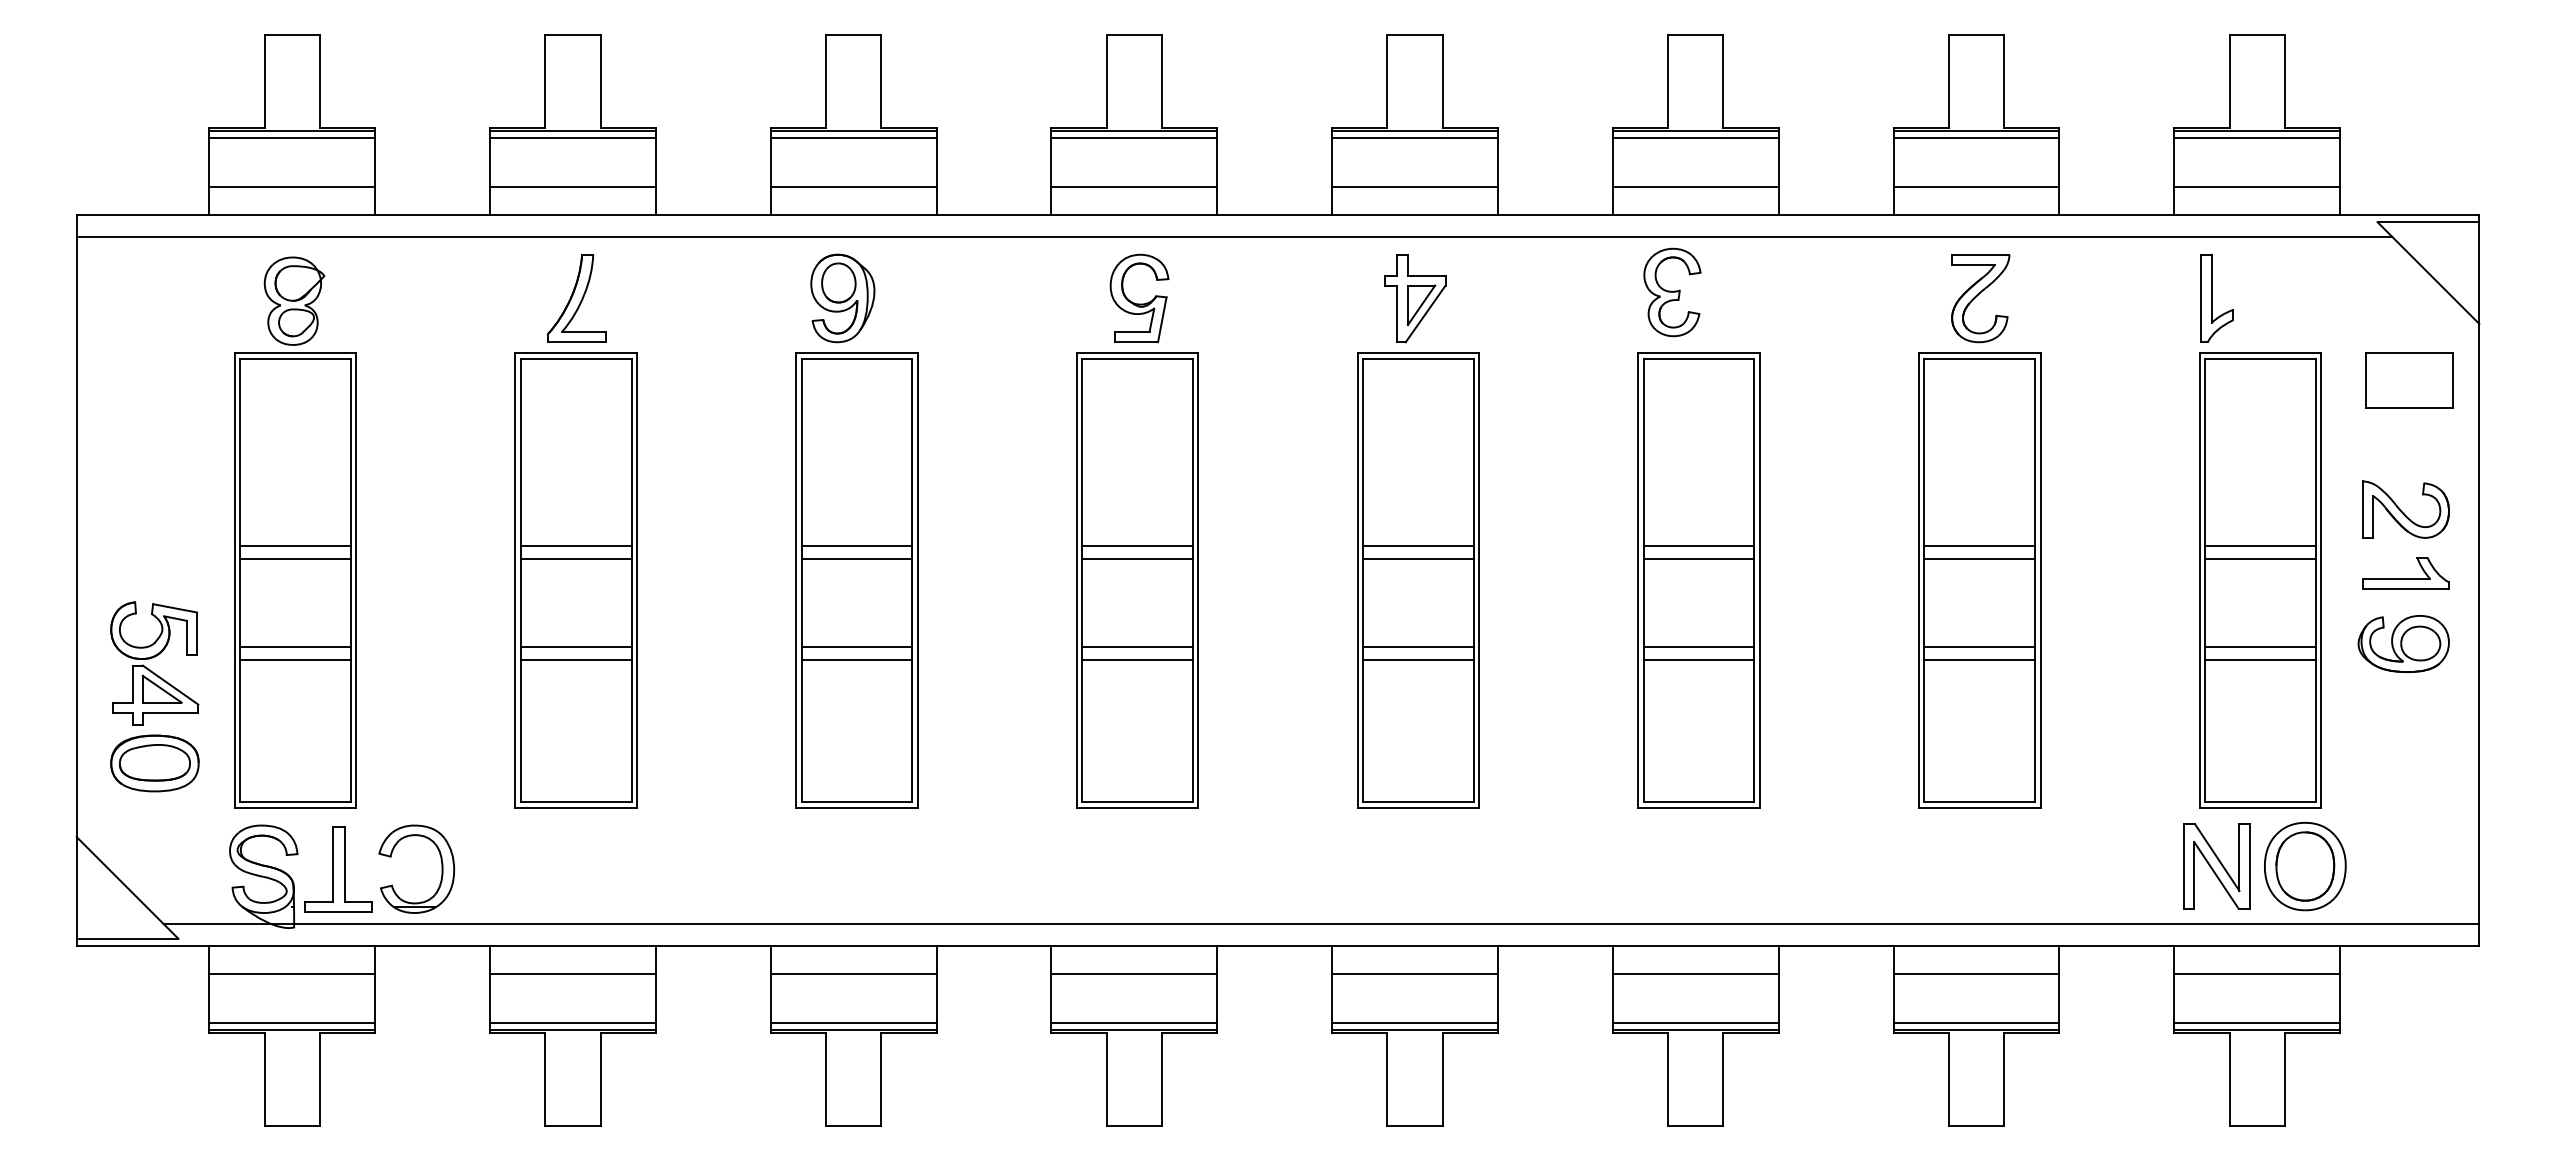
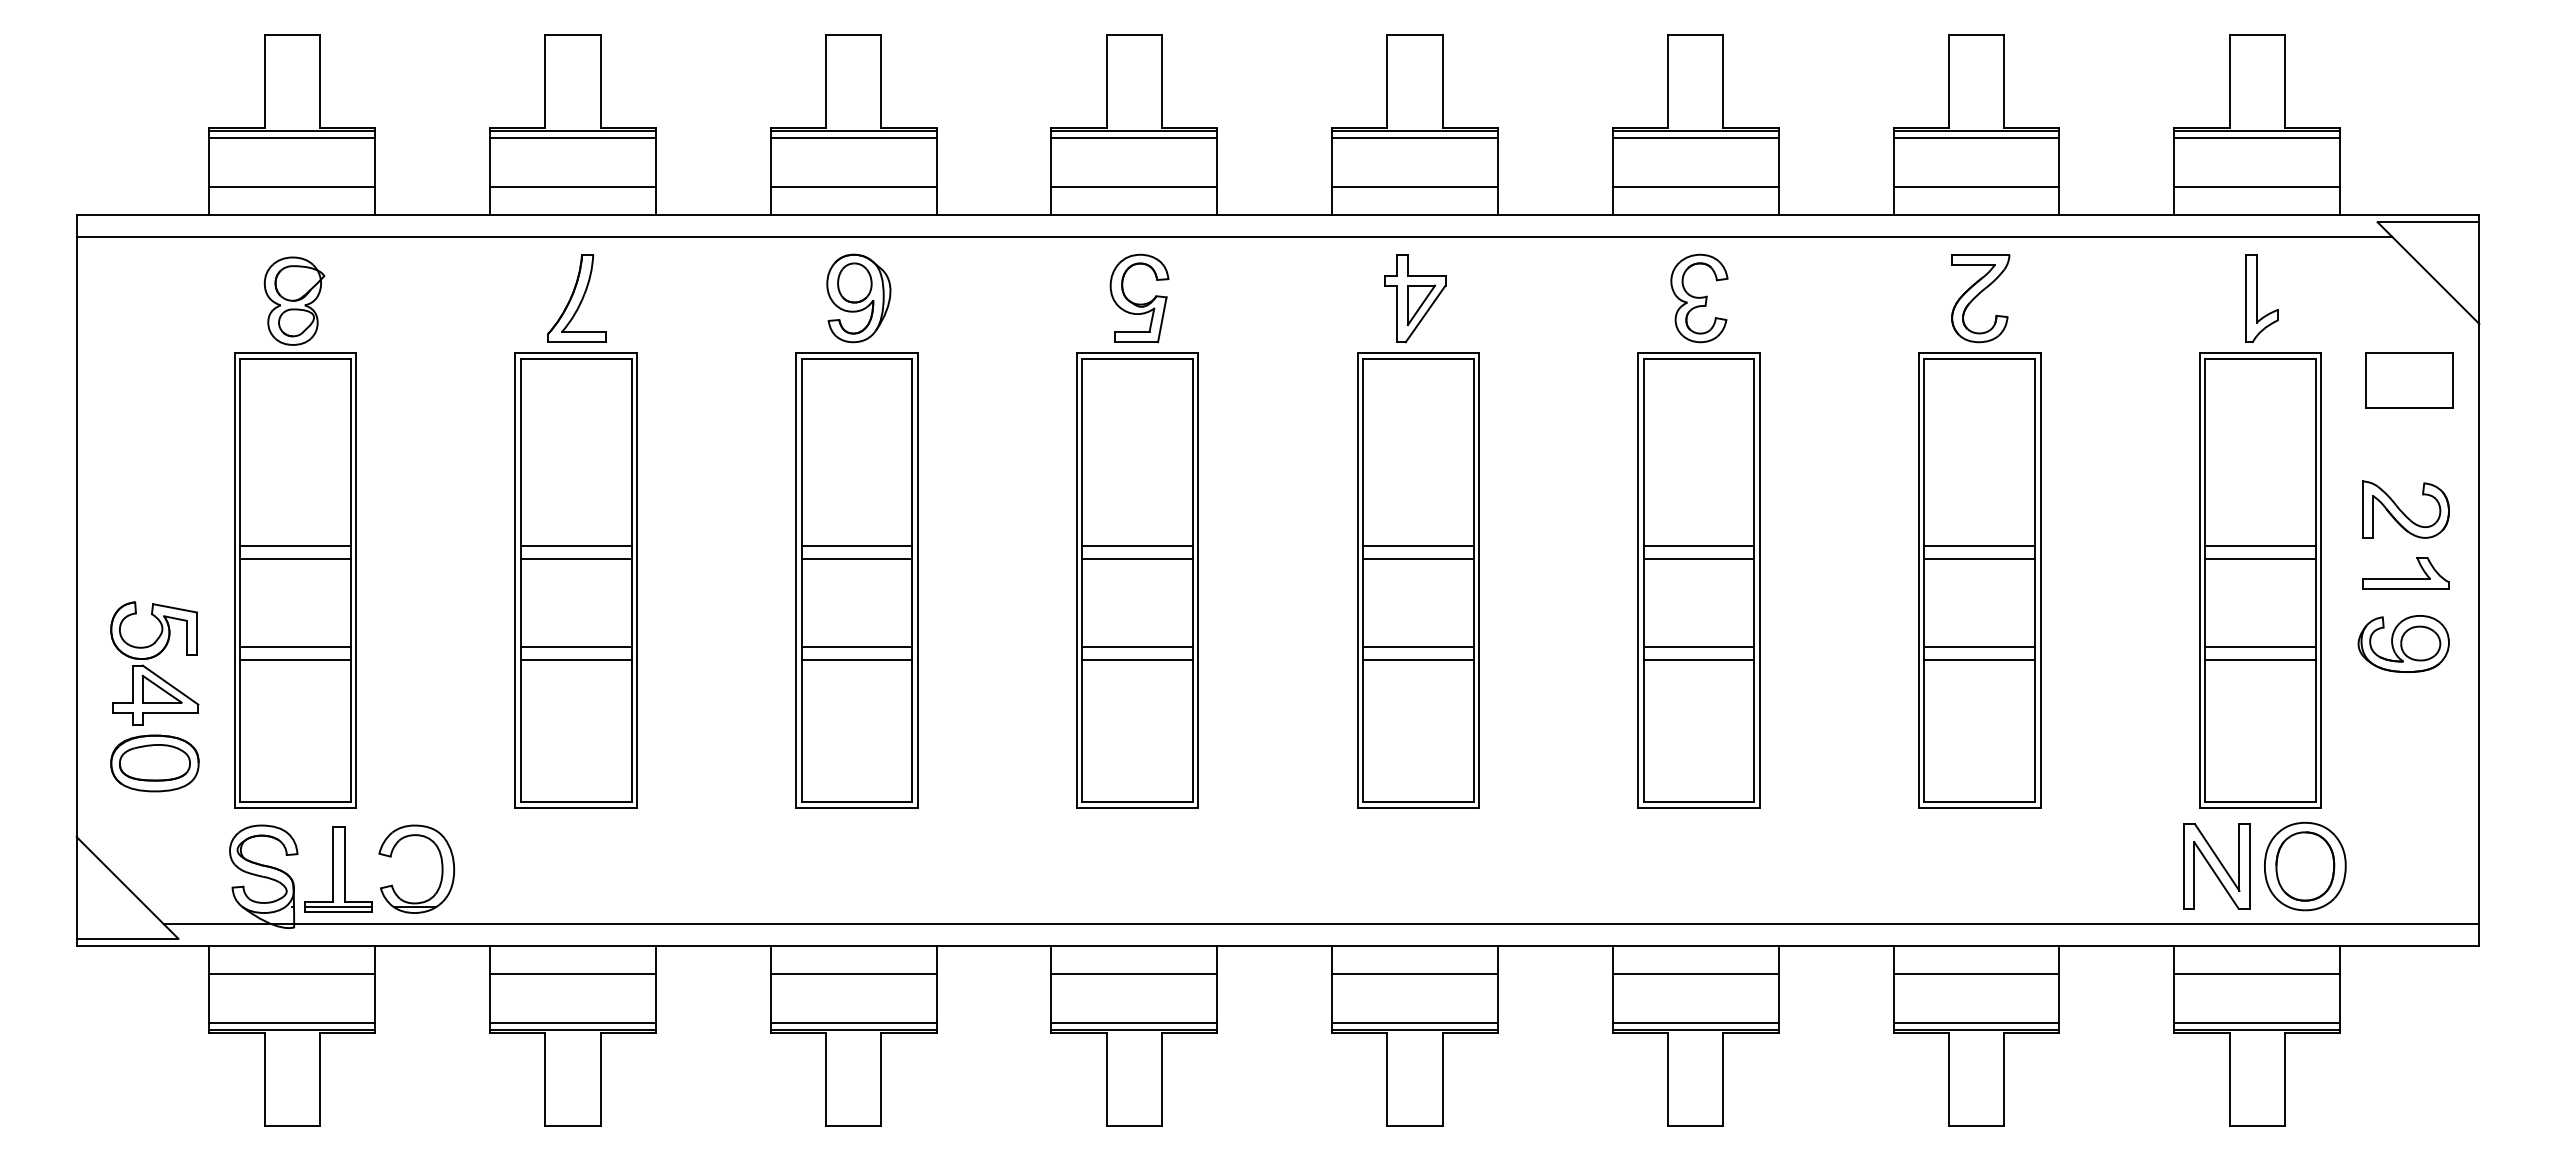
part at (1672, 292) position: (1672, 292) -> (1699, 298)
part at (842, 298) position: (842, 298) -> (858, 298)
part at (2216, 298) position: (2216, 298) -> (2261, 298)
line at (338, 907): none -> present
